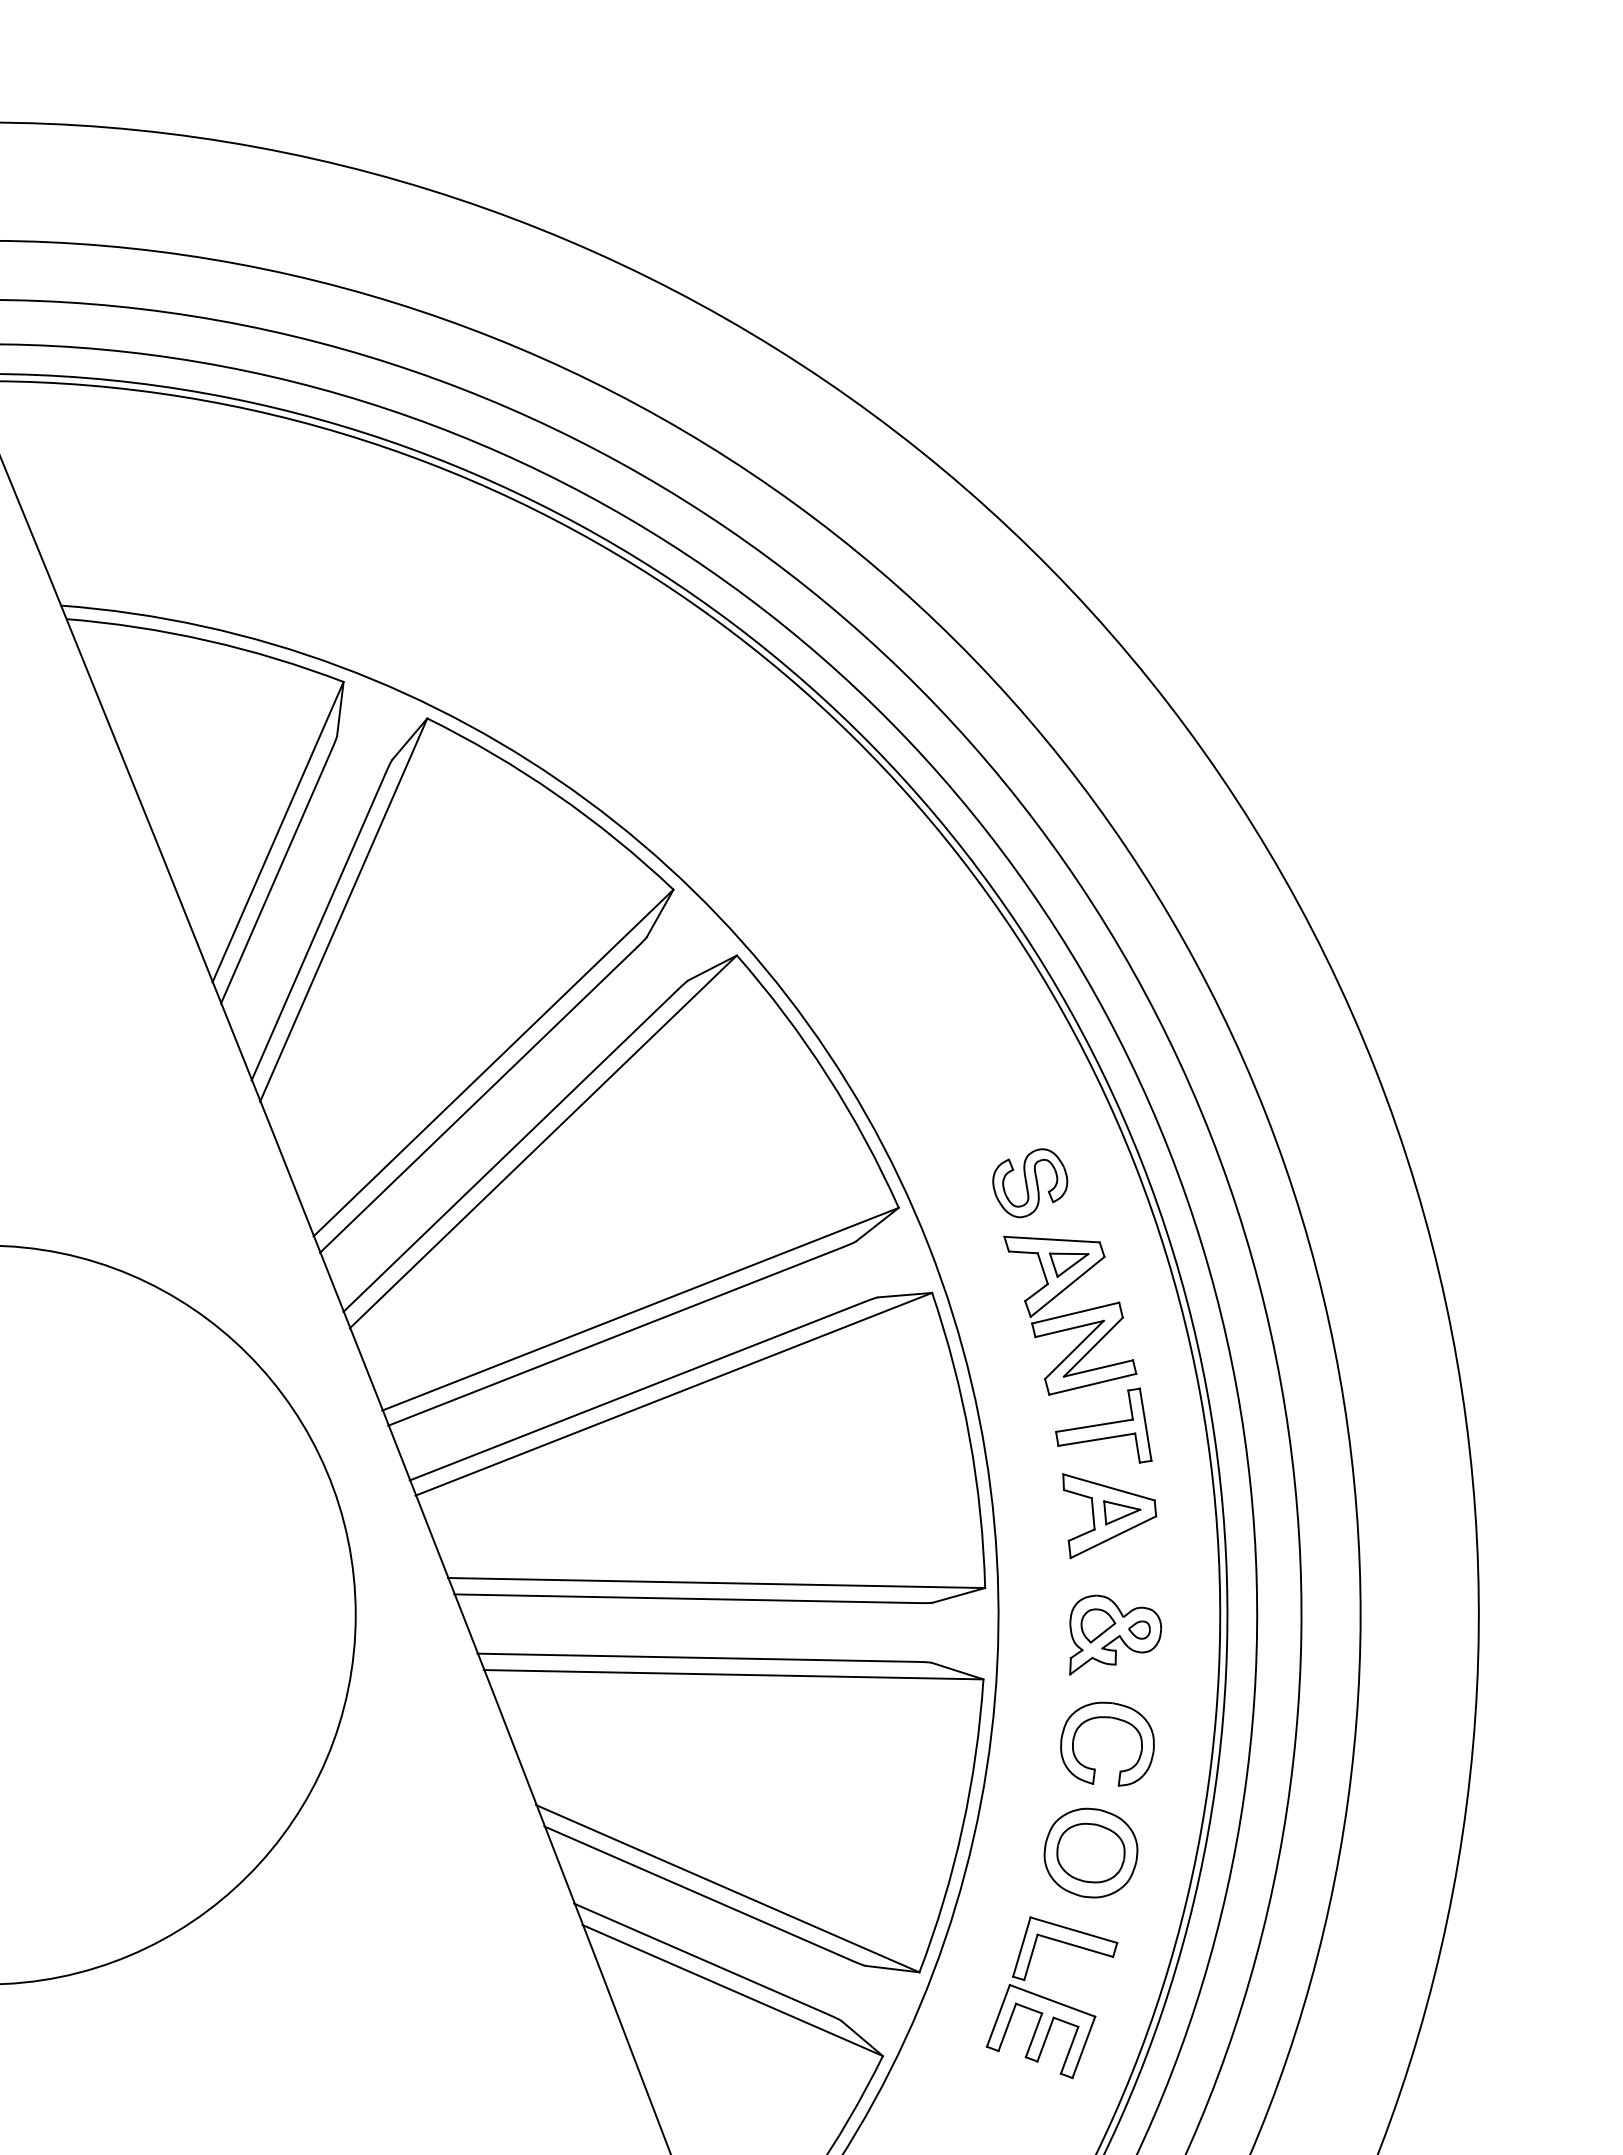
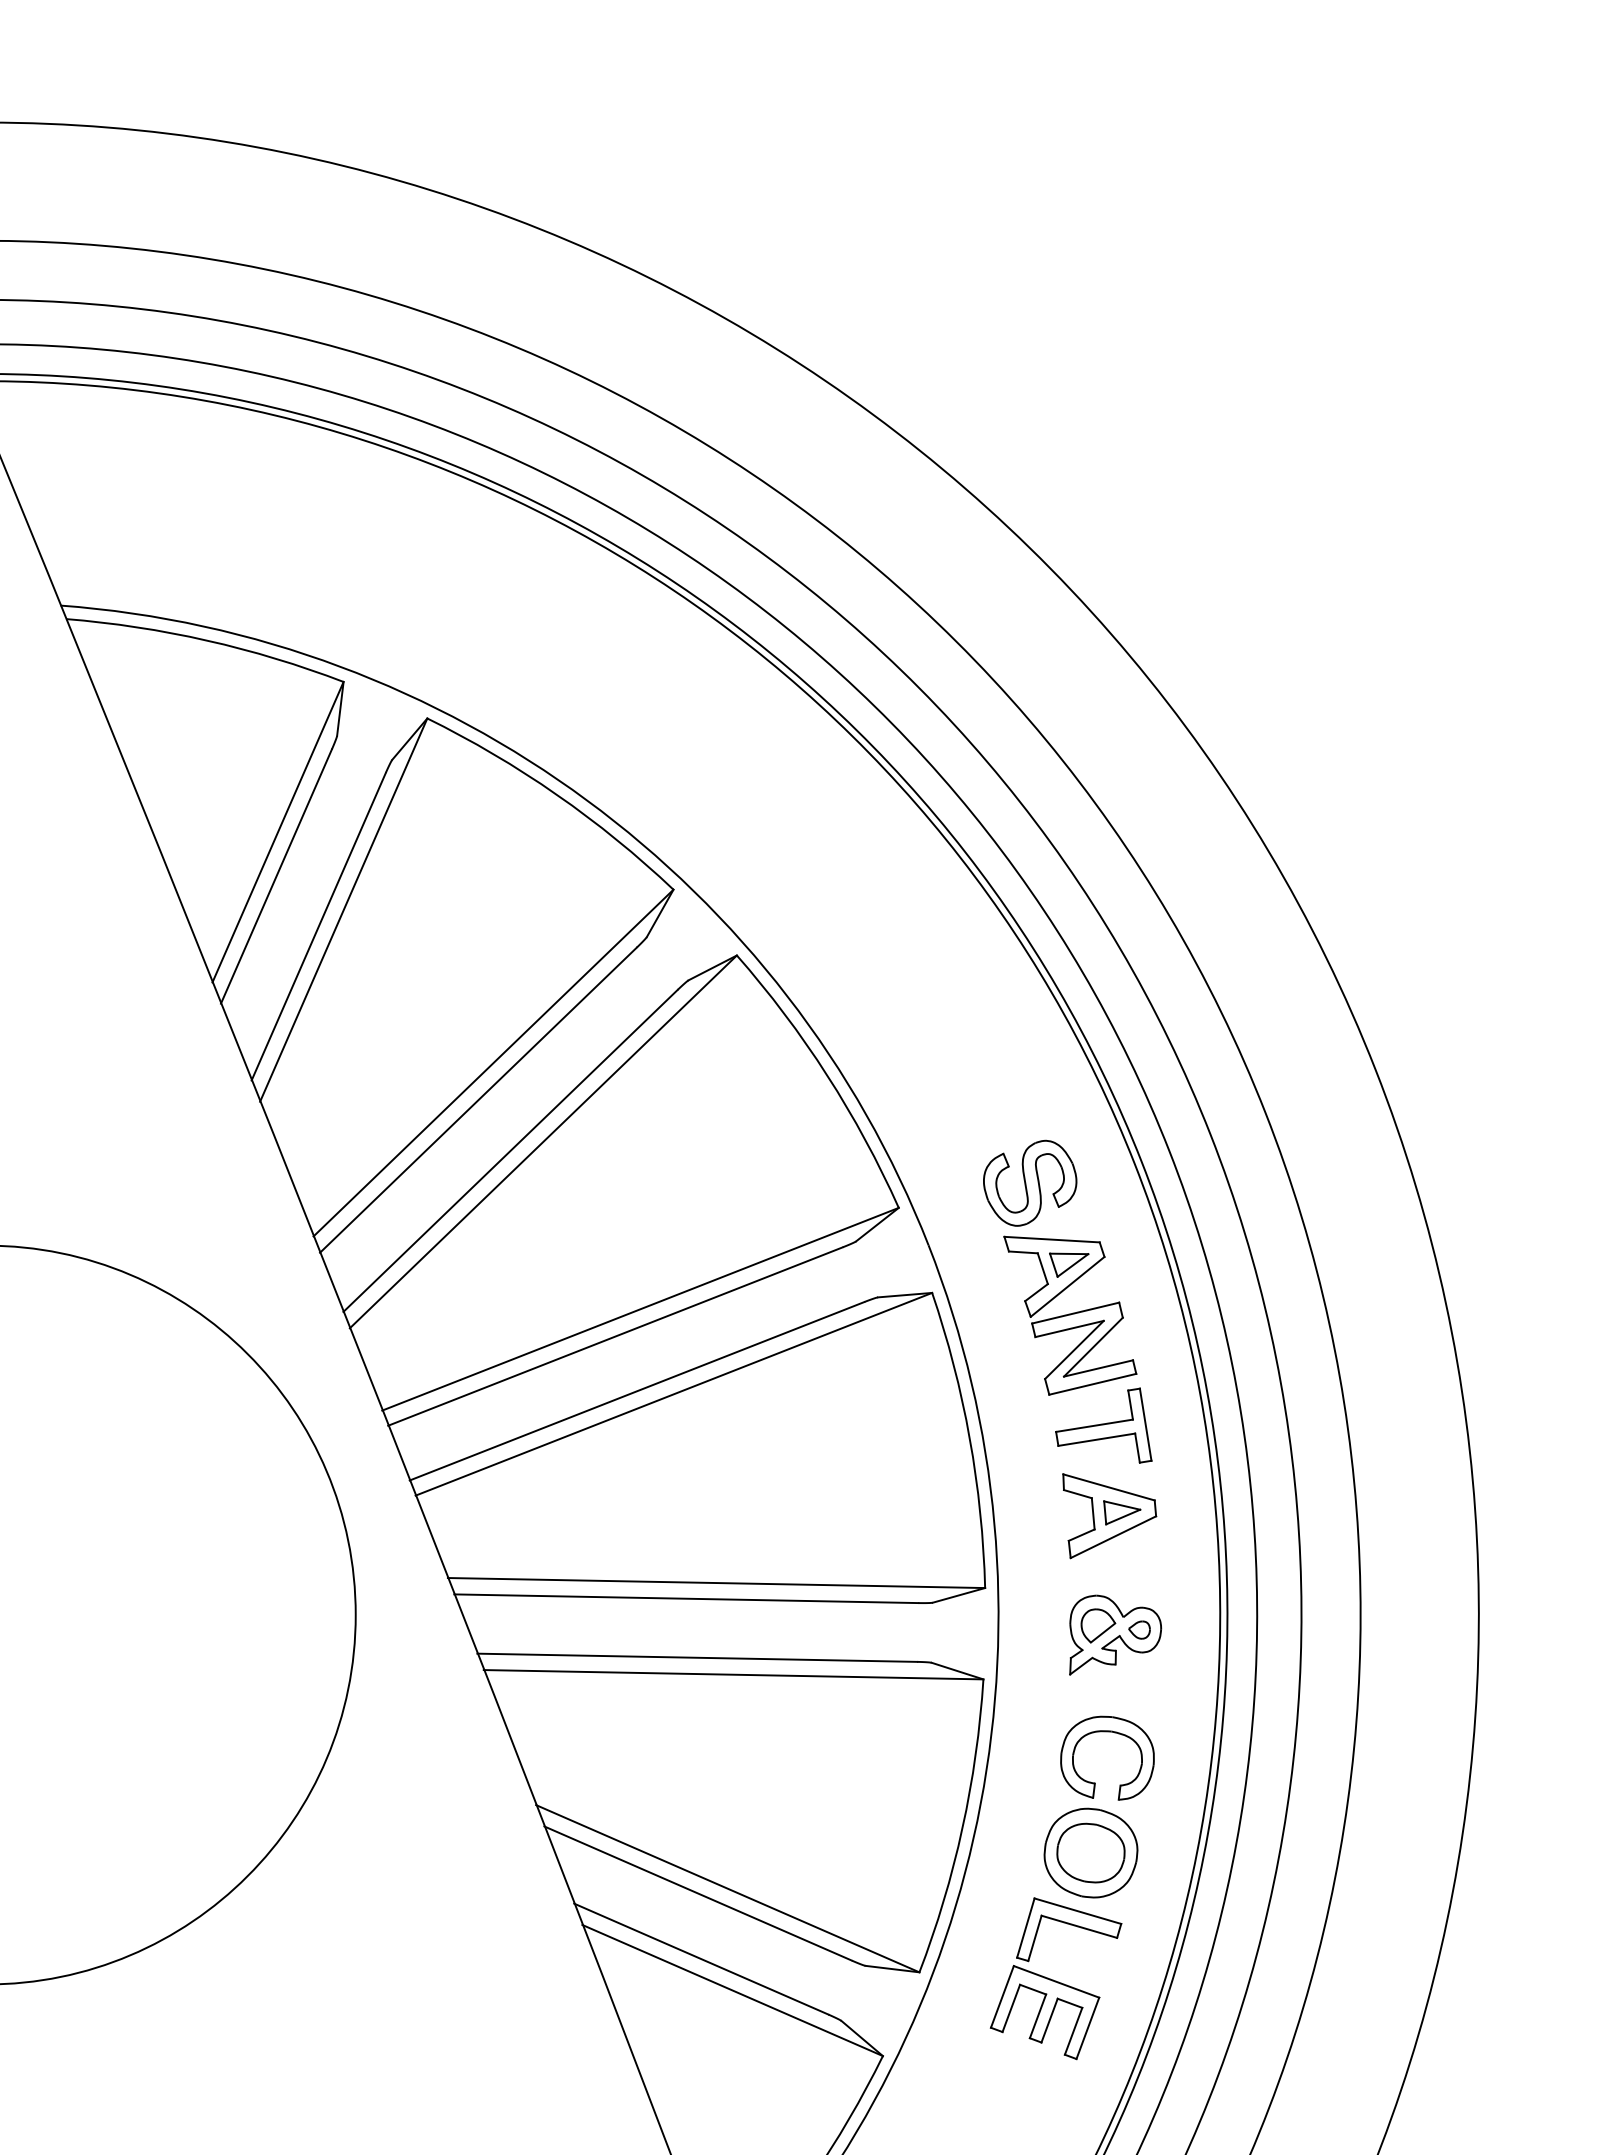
part at (1030, 1183) size: 77x71 px -> 95x88 px
part at (1107, 1718) position: (1107, 1718) -> (1107, 1732)
part at (1051, 1997) position: (1051, 1997) -> (1055, 1978)
